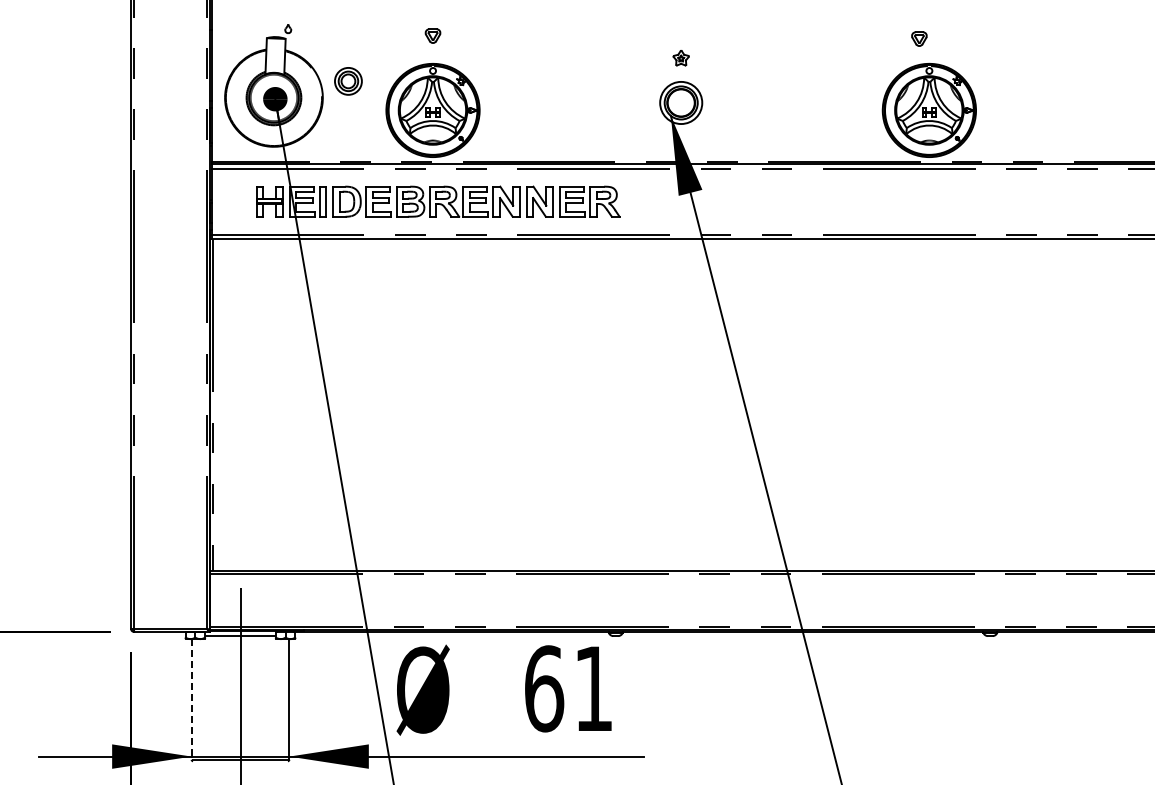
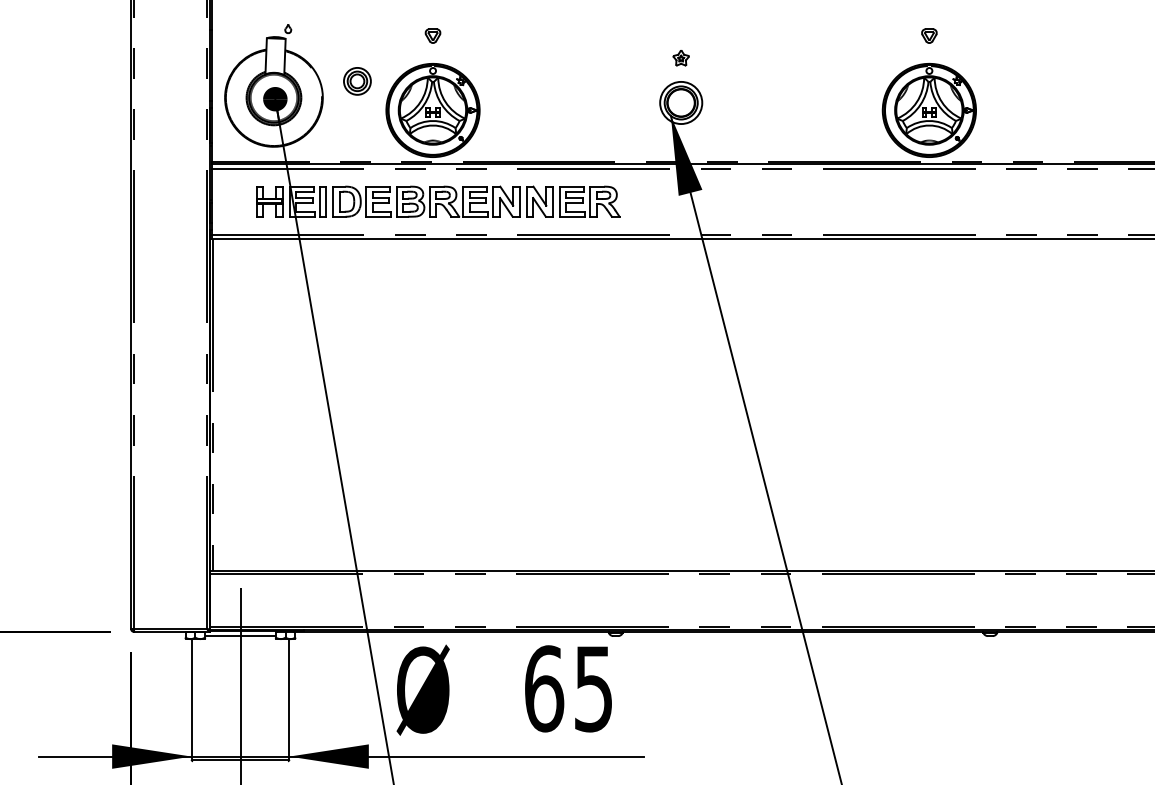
part at (919, 38) position: (919, 38) -> (929, 35)
part at (348, 81) position: (348, 81) -> (357, 81)
text at (593, 689): 61 -> 65
line at (191, 699): dashed -> solid
